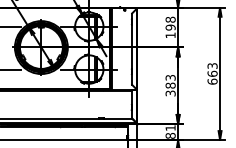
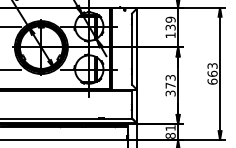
text at (170, 23): 198 -> 139
text at (170, 85): 383 -> 373
